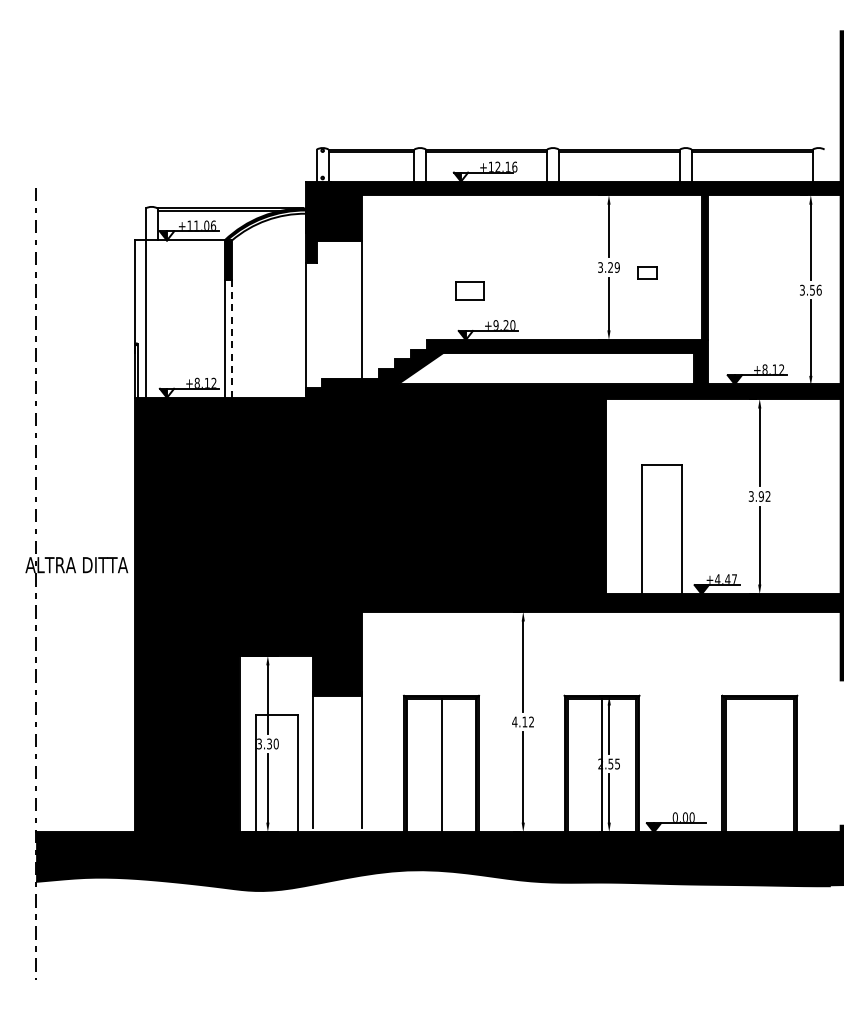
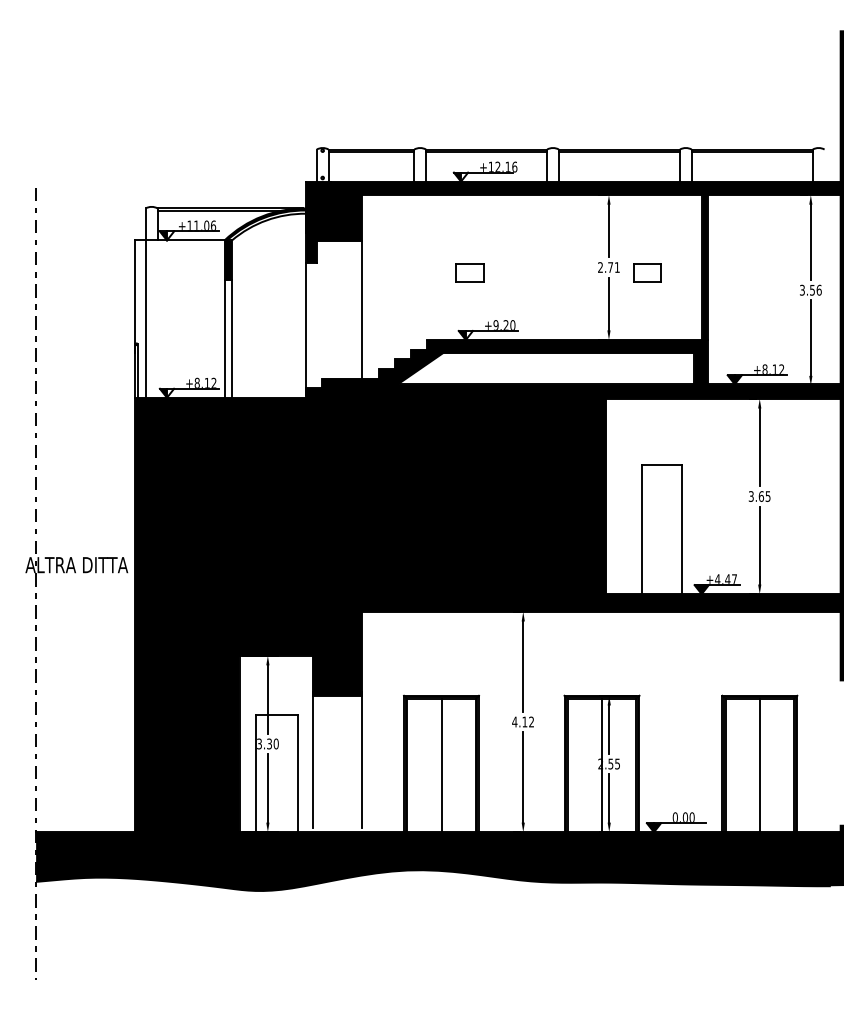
text at (608, 267): 3.29 -> 2.71
part at (647, 272) size: 21x14 px -> 29x20 px
part at (469, 290) position: (469, 290) -> (469, 272)
line at (231, 338): dashed -> solid
text at (764, 496): 3.92 -> 3.65
line at (759, 765): none -> present
